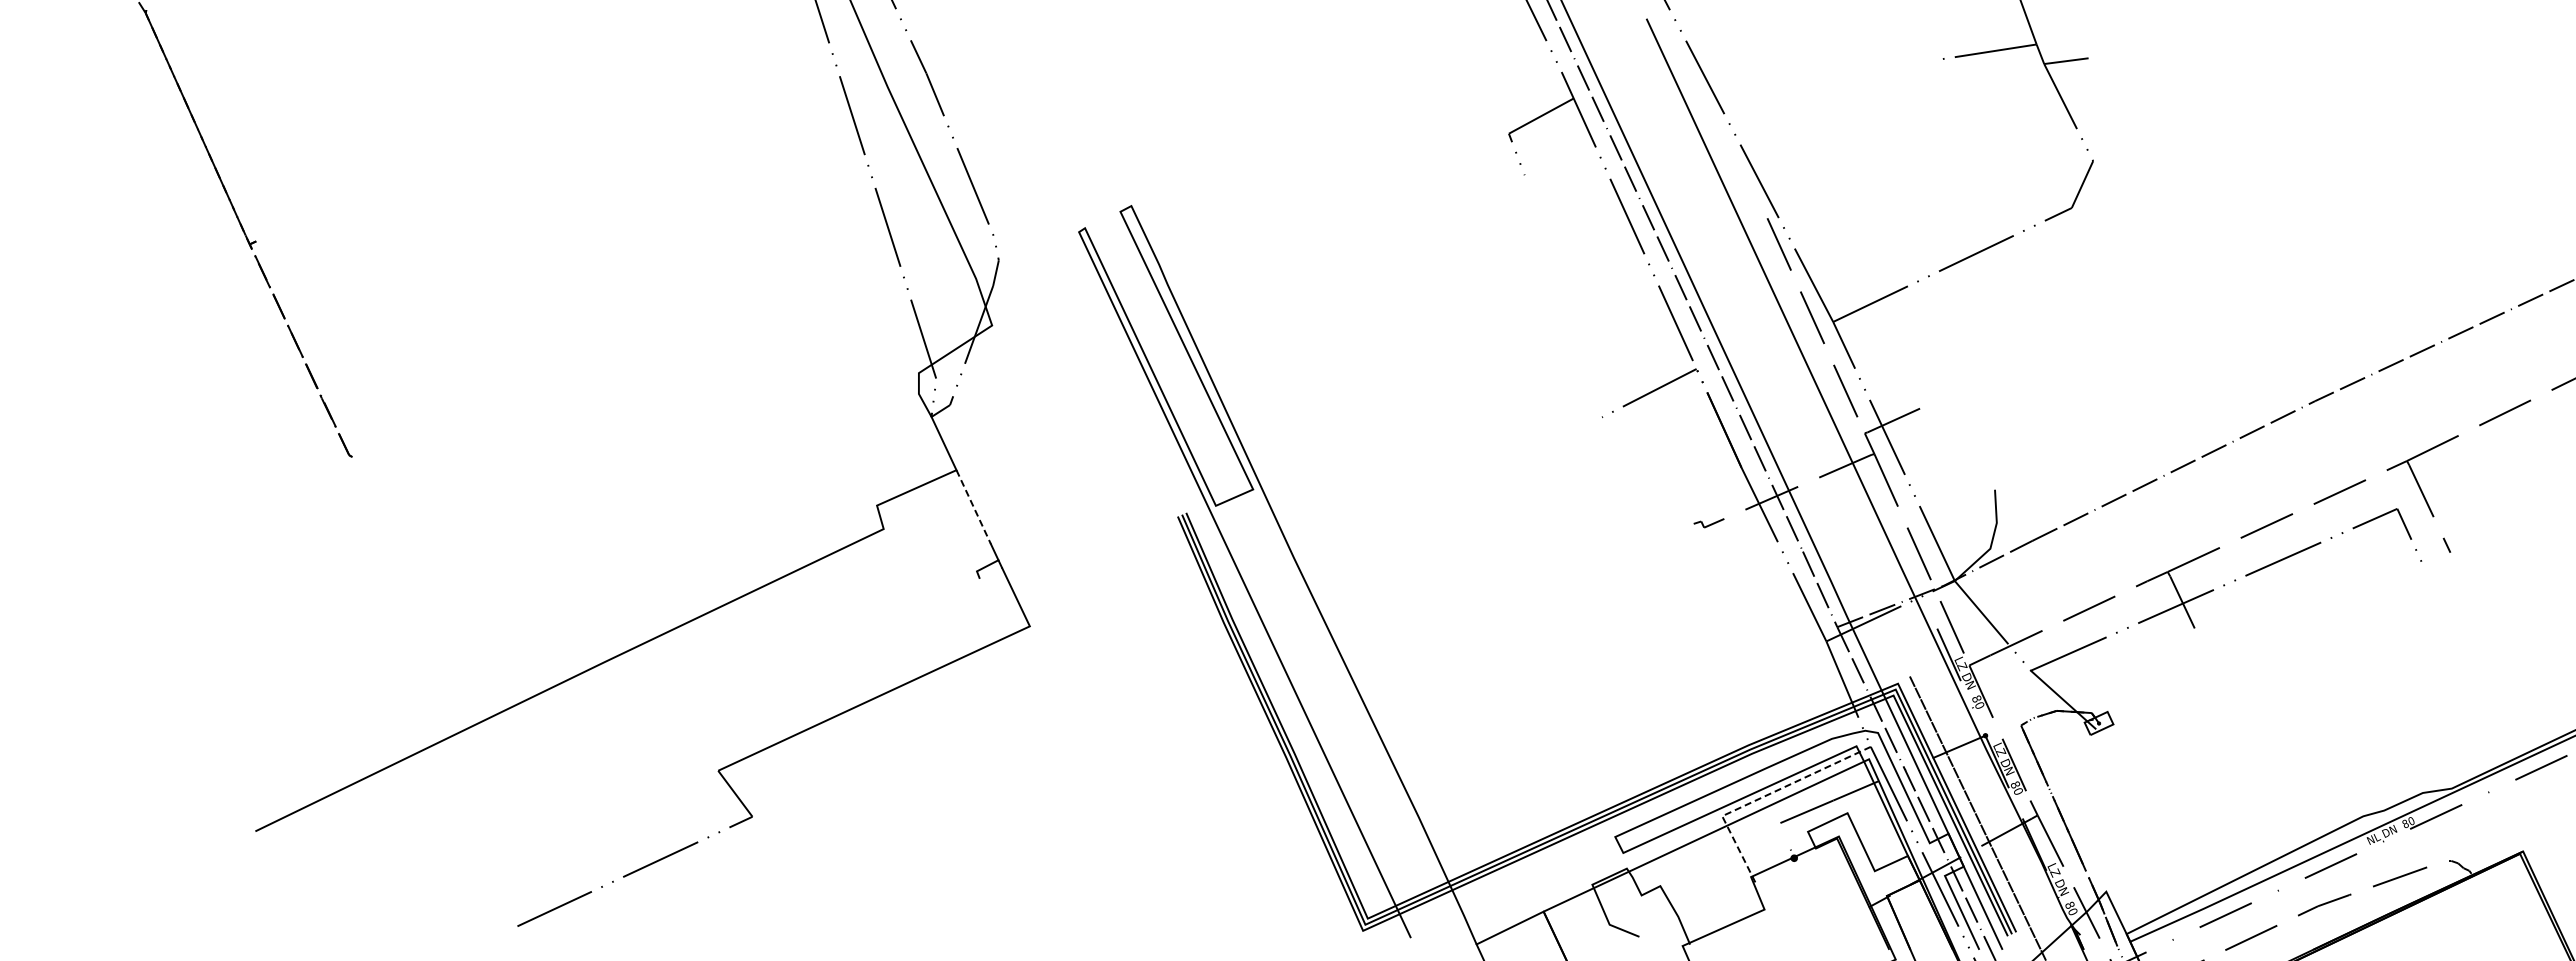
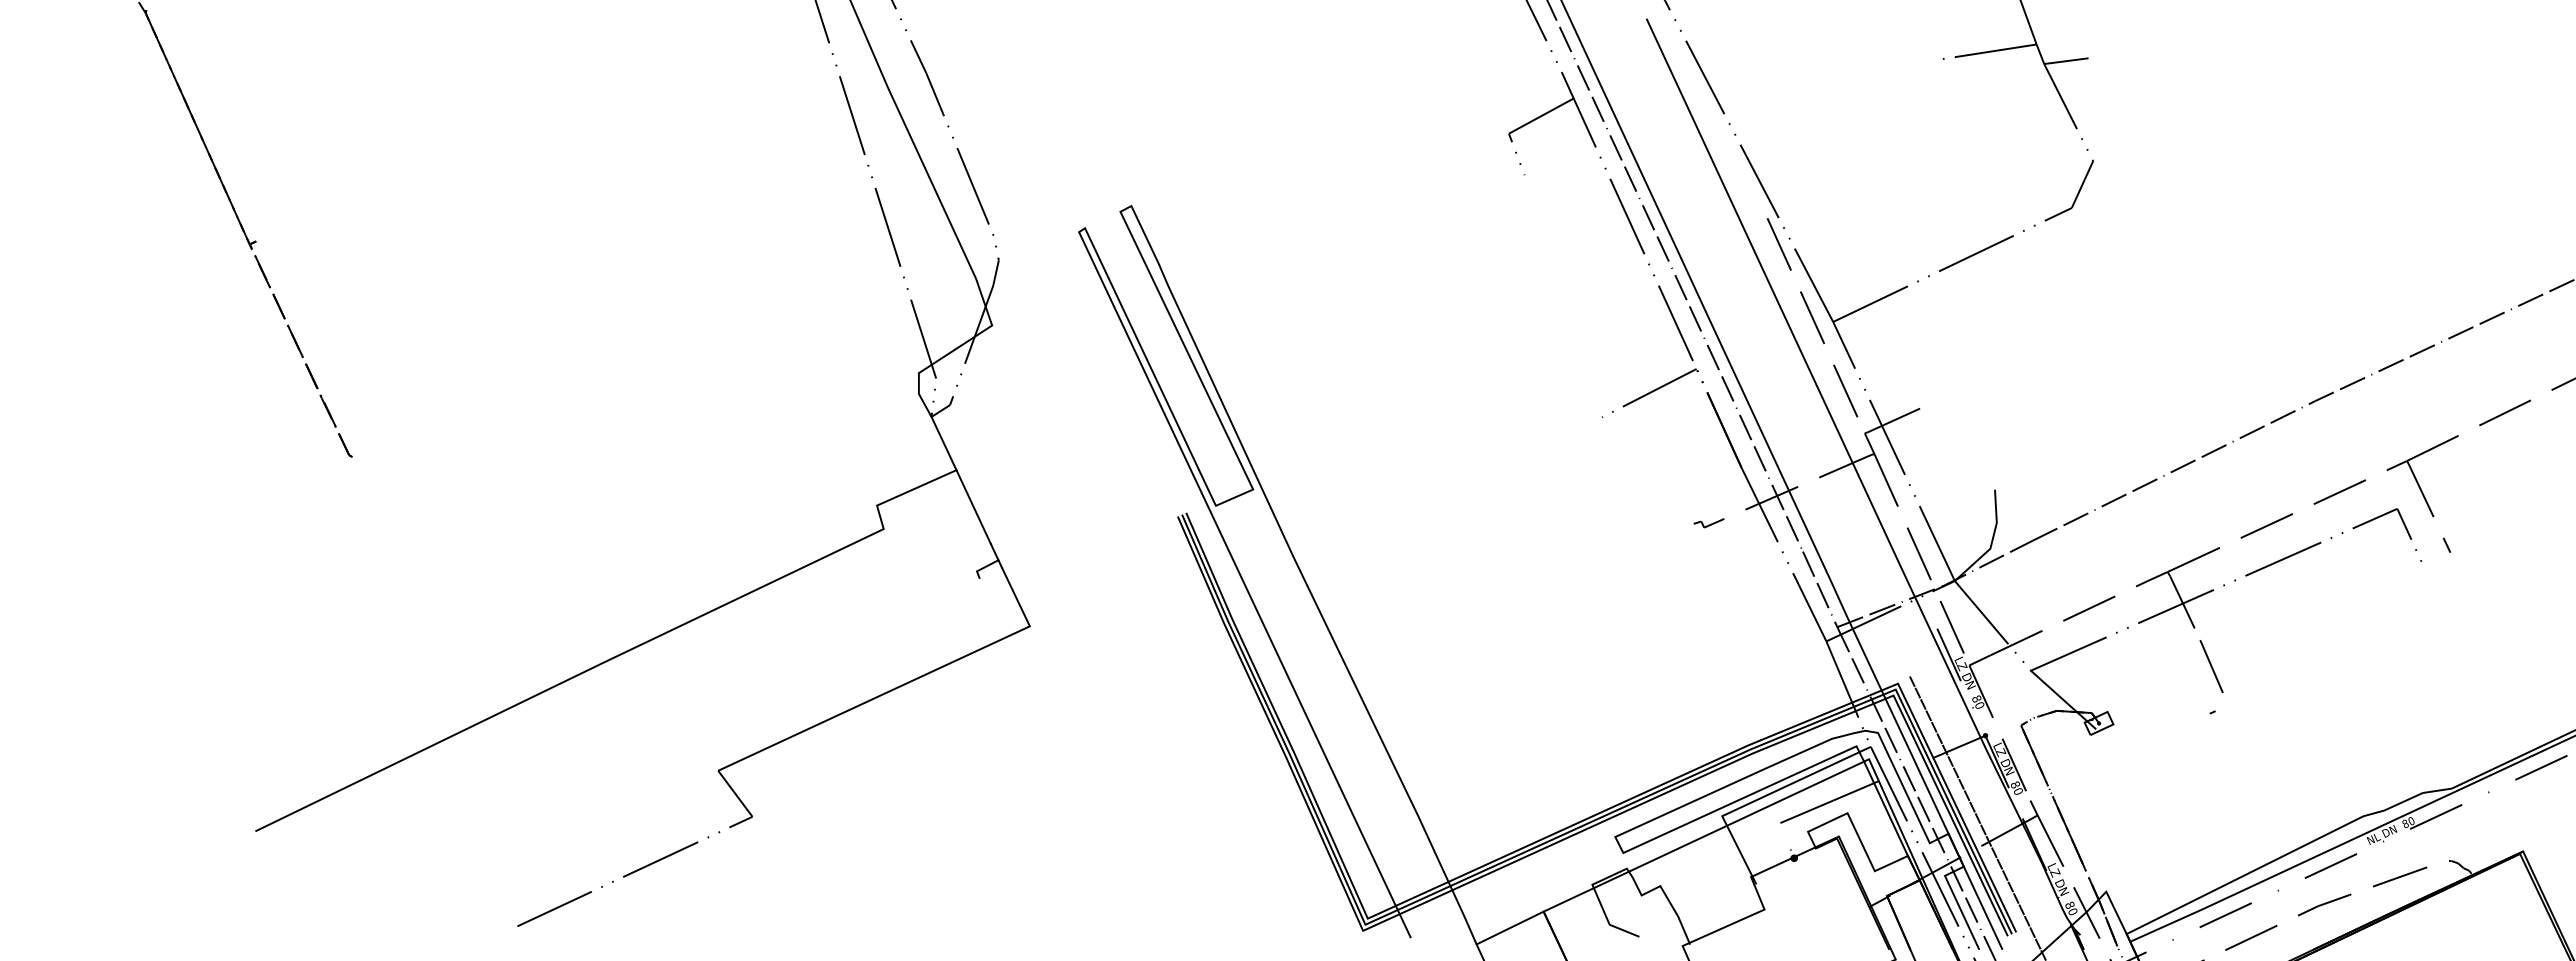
line at (973, 507): dashed -> solid
curve at (2214, 676): none -> present
line at (1761, 798): dashed -> solid
